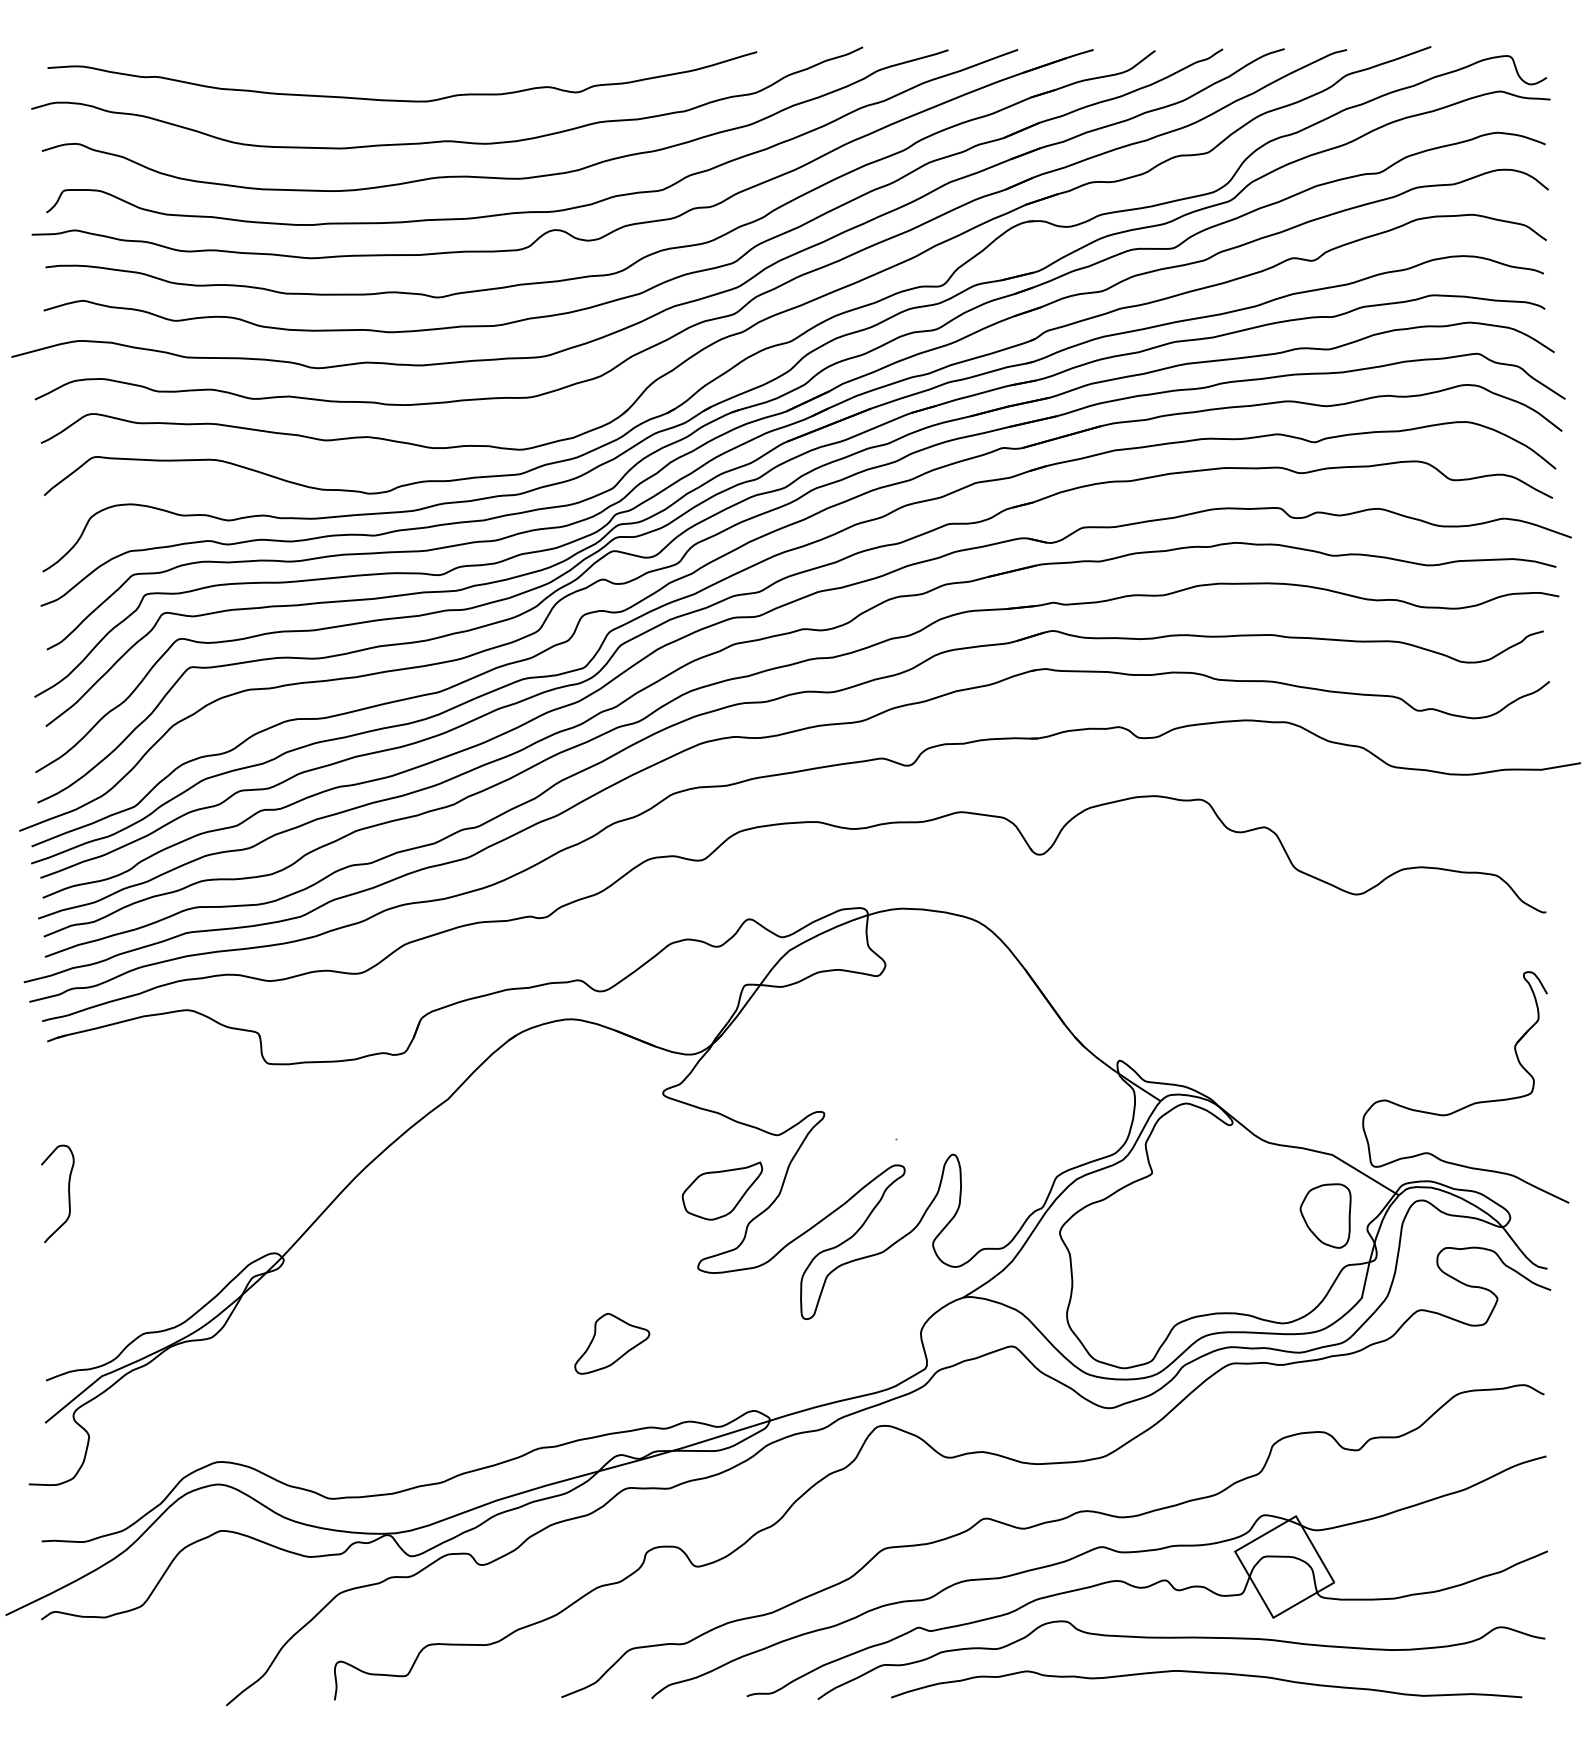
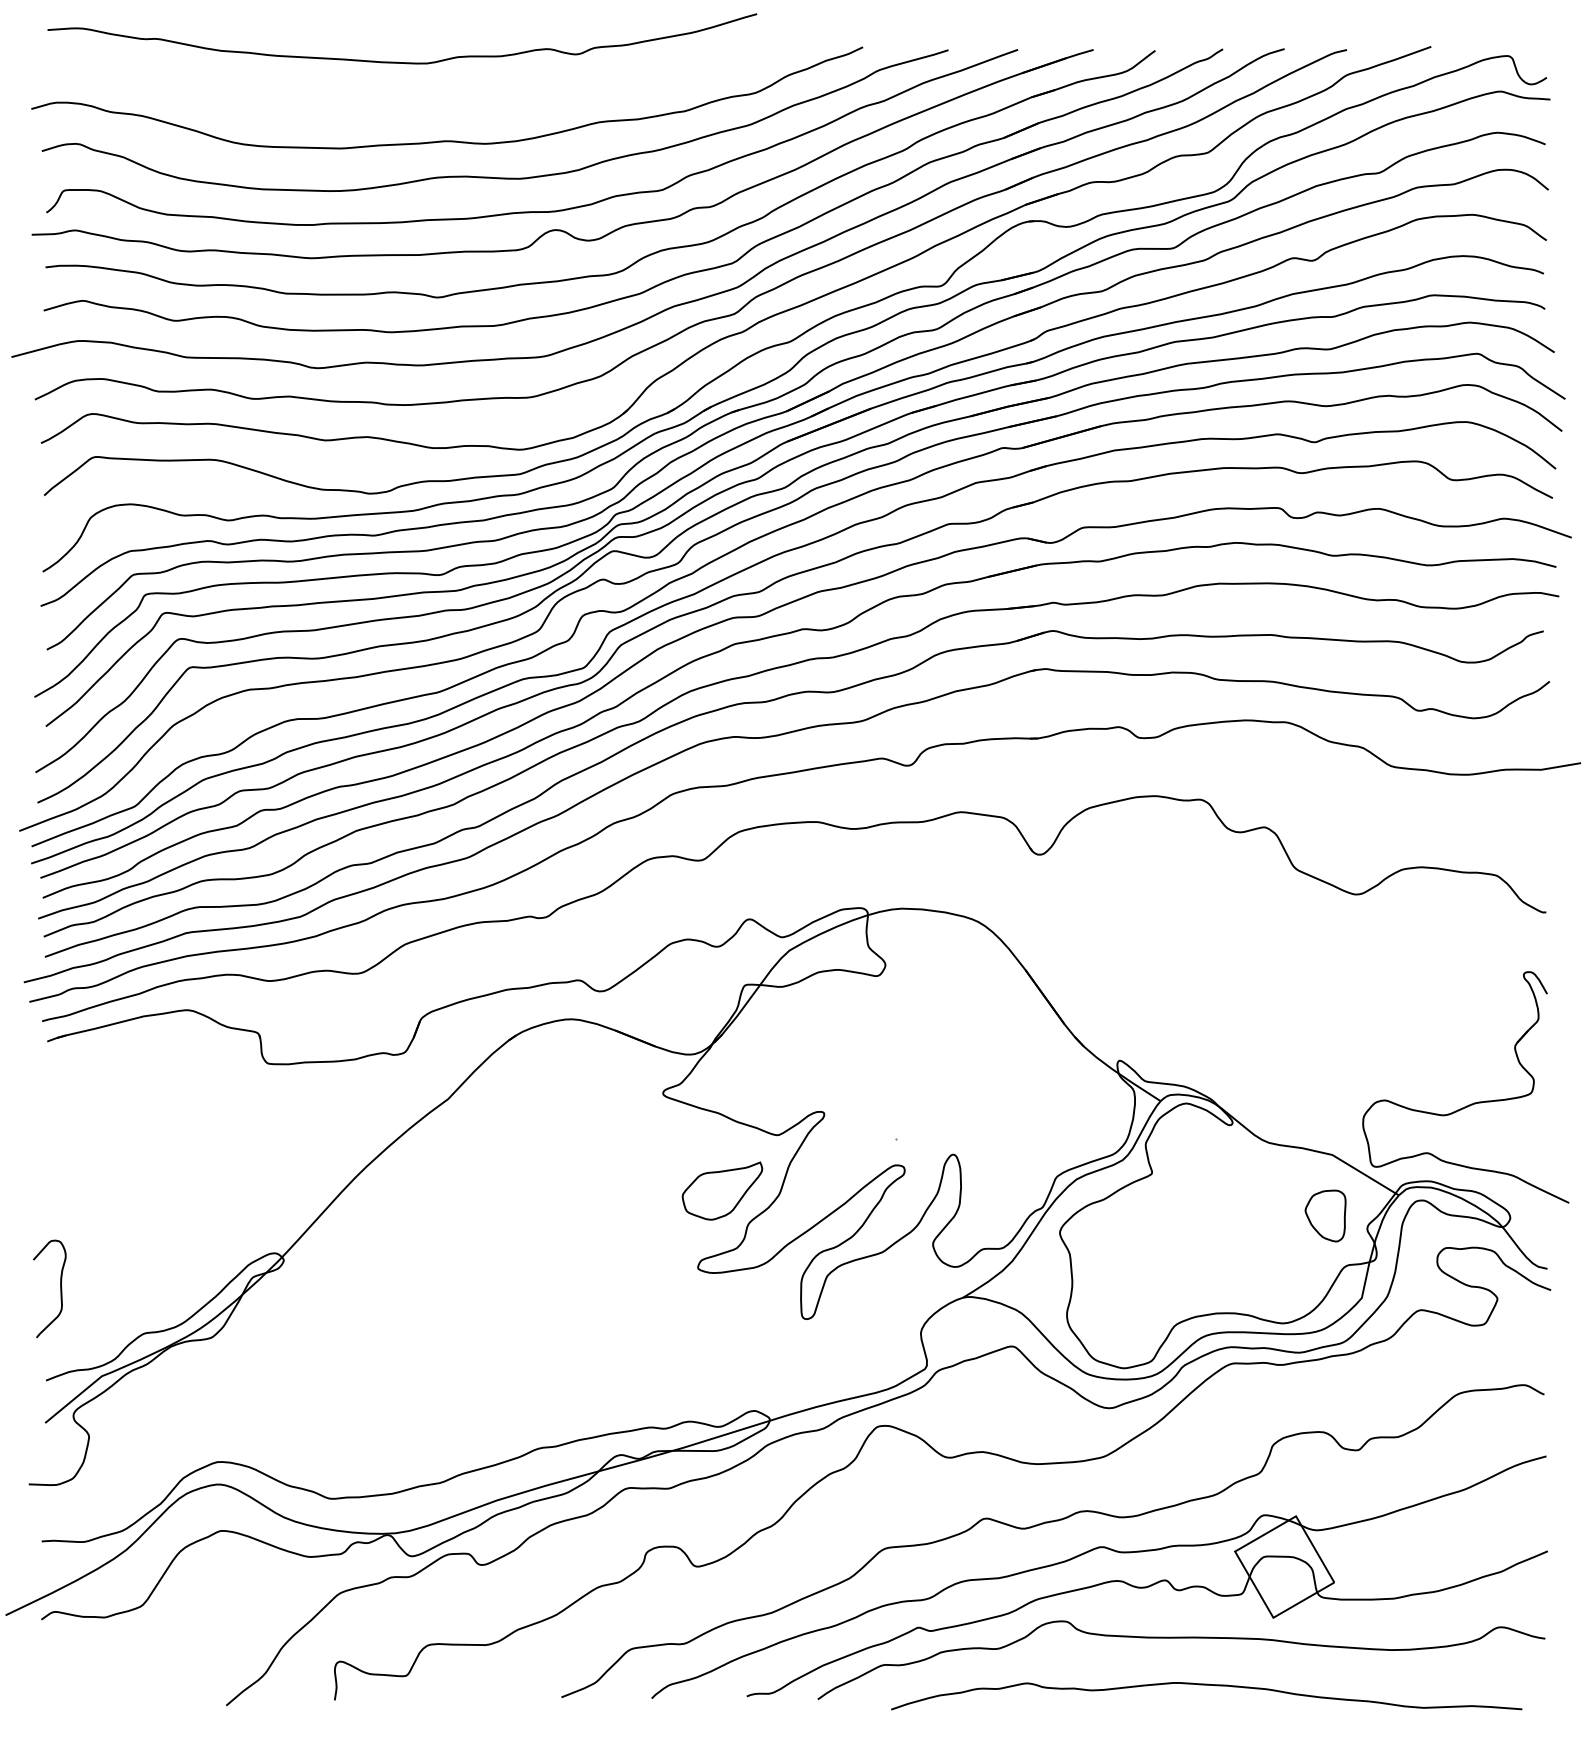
curve at (396, 99) position: (396, 99) -> (396, 61)
curve at (68, 1193) position: (68, 1193) -> (60, 1288)
part at (1325, 1215) size: 53x66 px -> 43x54 px
part at (612, 1343): present -> none
curve at (1206, 1673) position: (1206, 1673) -> (1206, 1685)
